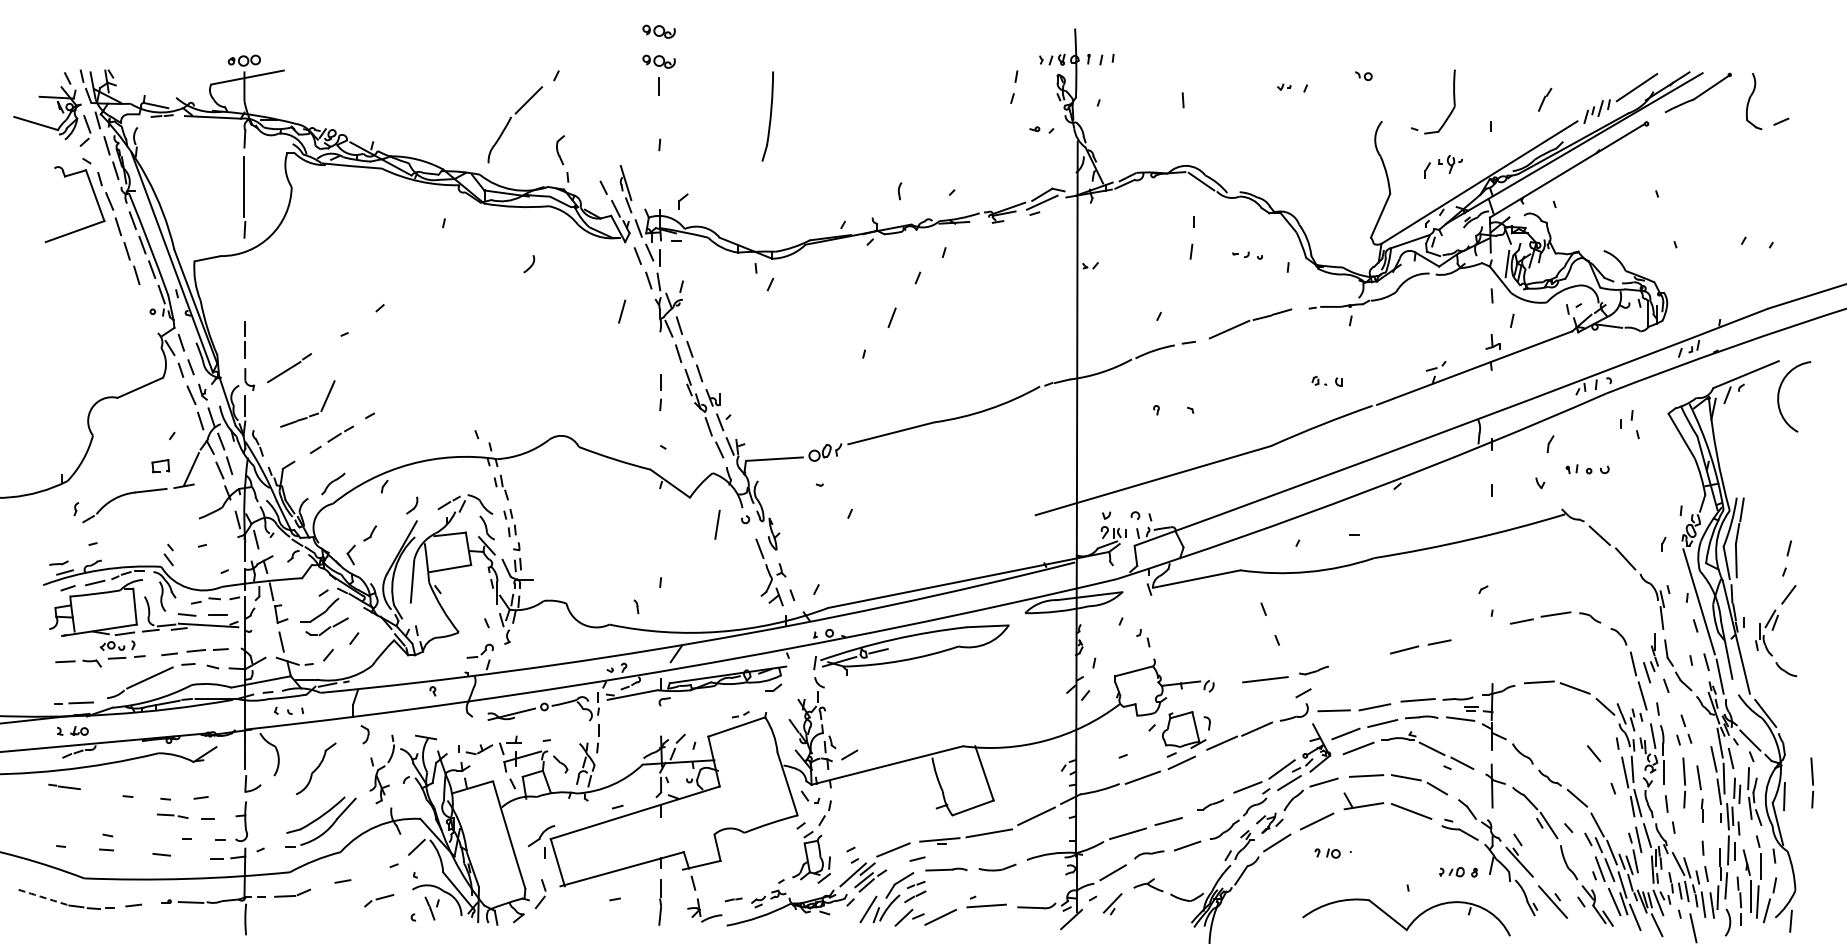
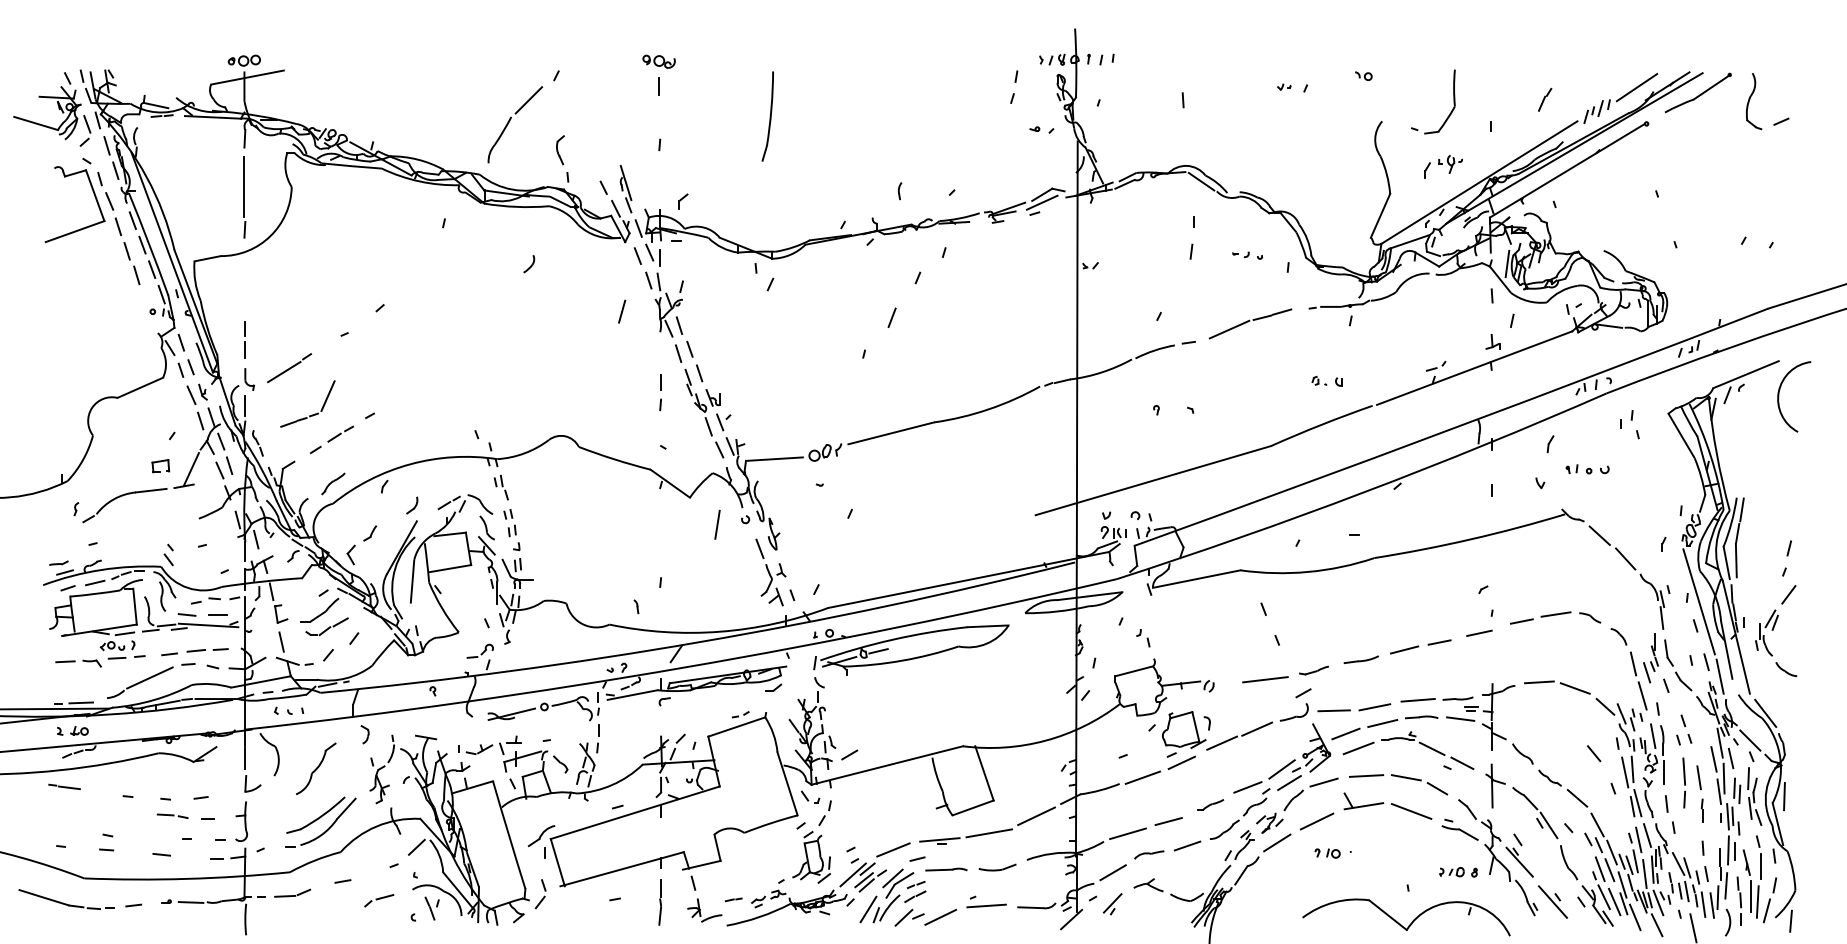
part at (658, 31): present -> none
line at (1479, 632): none -> present
part at (1360, 659): none -> present
line at (55, 708): none -> present
part at (1812, 782): present -> none
line at (1644, 874): none -> present
line at (892, 878): none -> present
arc at (44, 897): dashed -> solid
line at (1603, 897): none -> present
